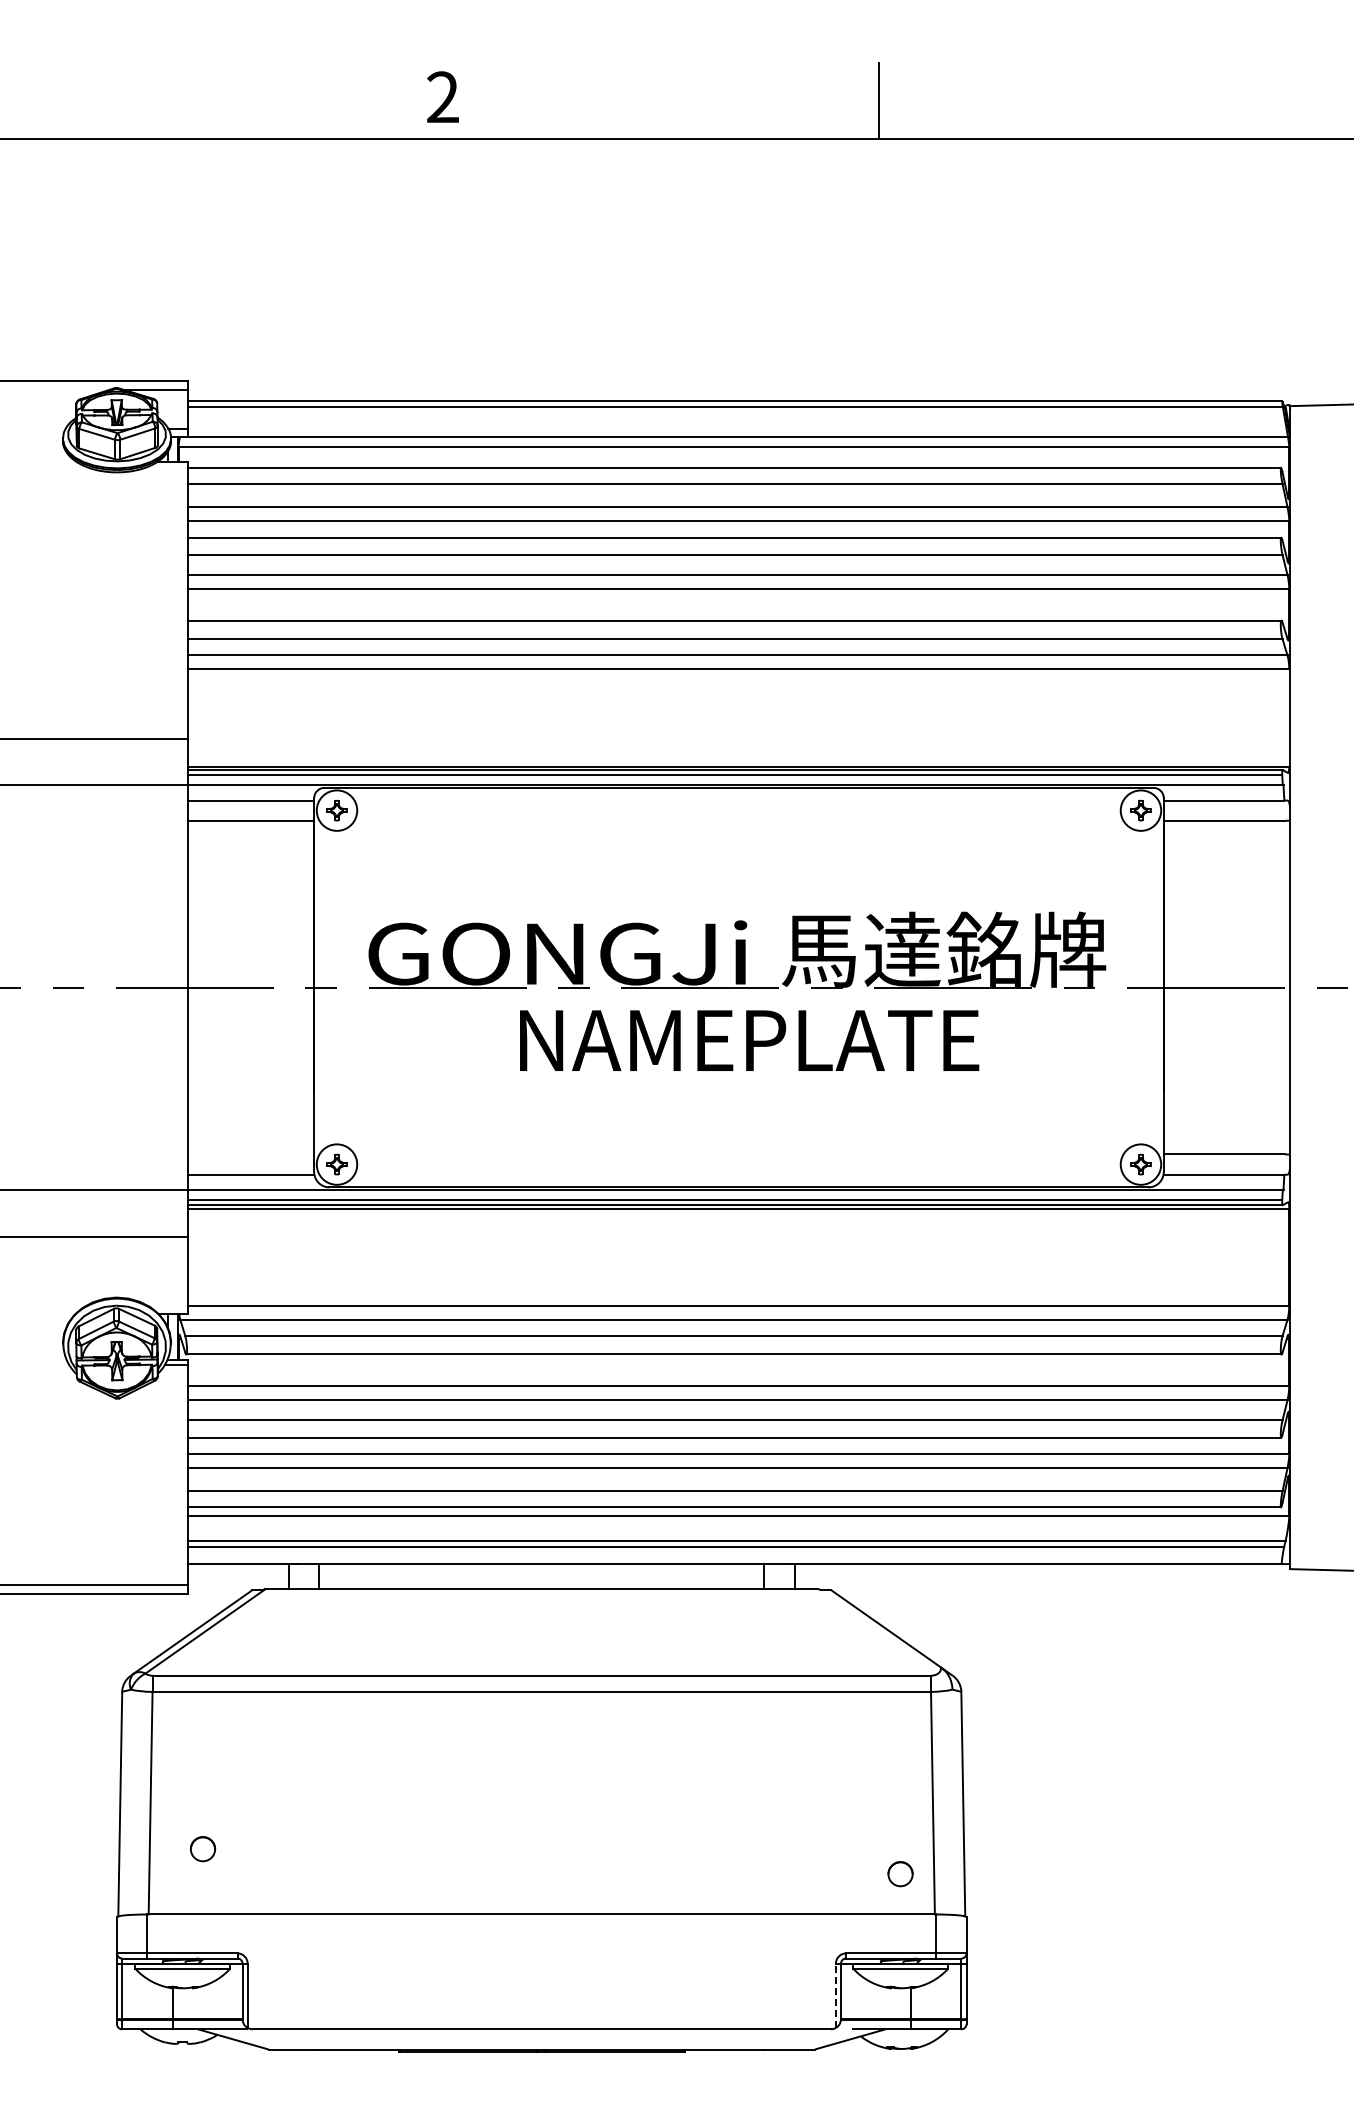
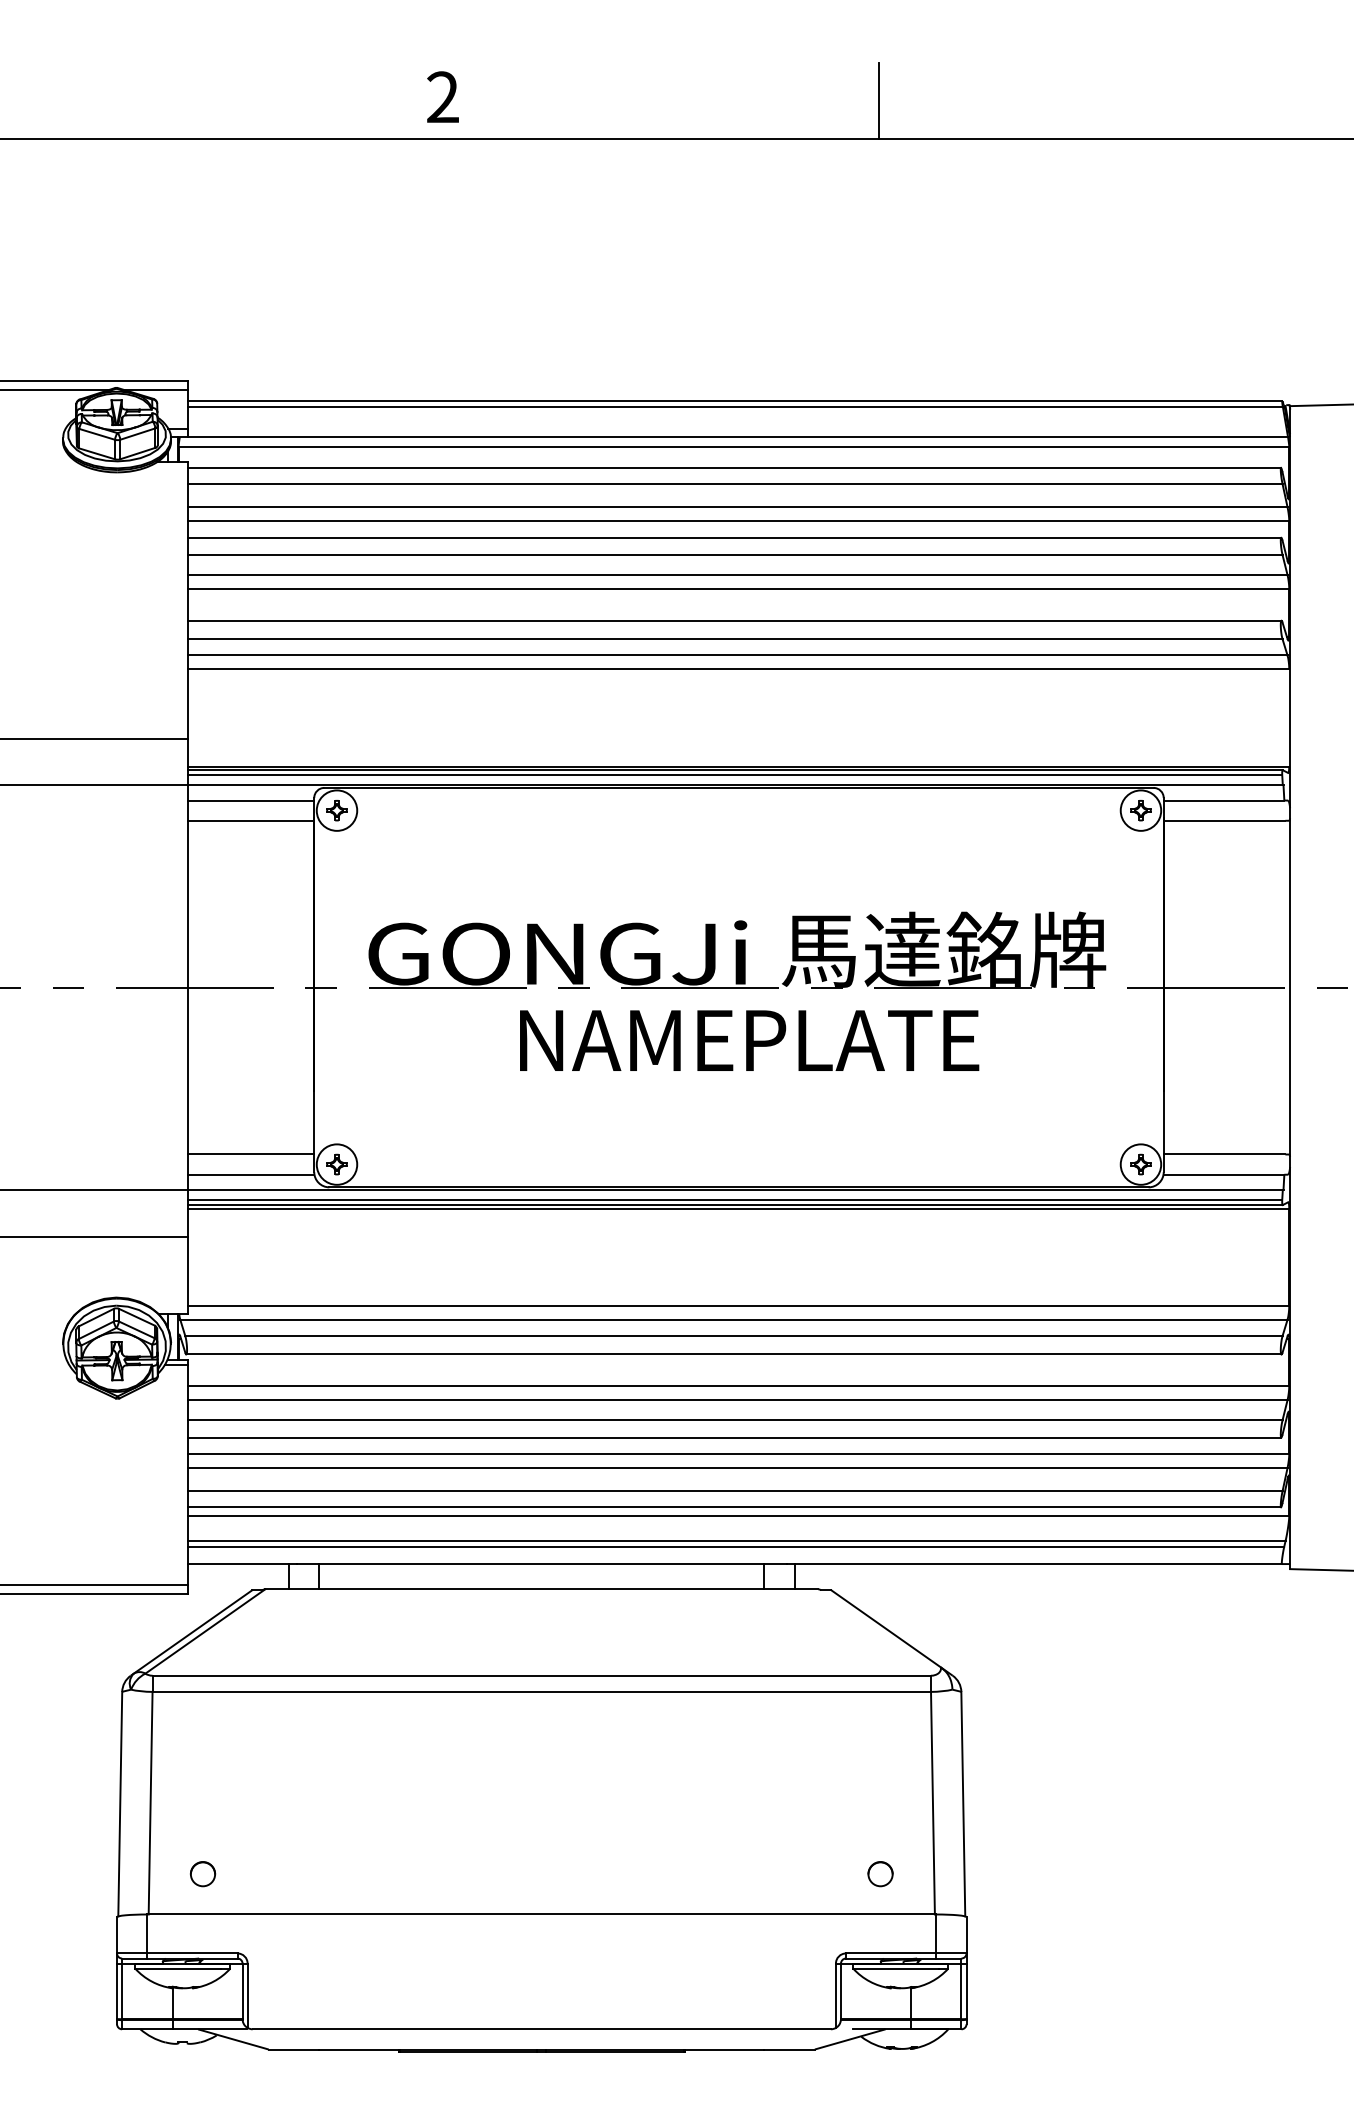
line at (55, 390): none -> present
line at (250, 1154): none -> present
circle at (203, 1849) position: (203, 1849) -> (203, 1874)
circle at (900, 1874) position: (900, 1874) -> (880, 1874)
line at (835, 1995): dashed -> solid
